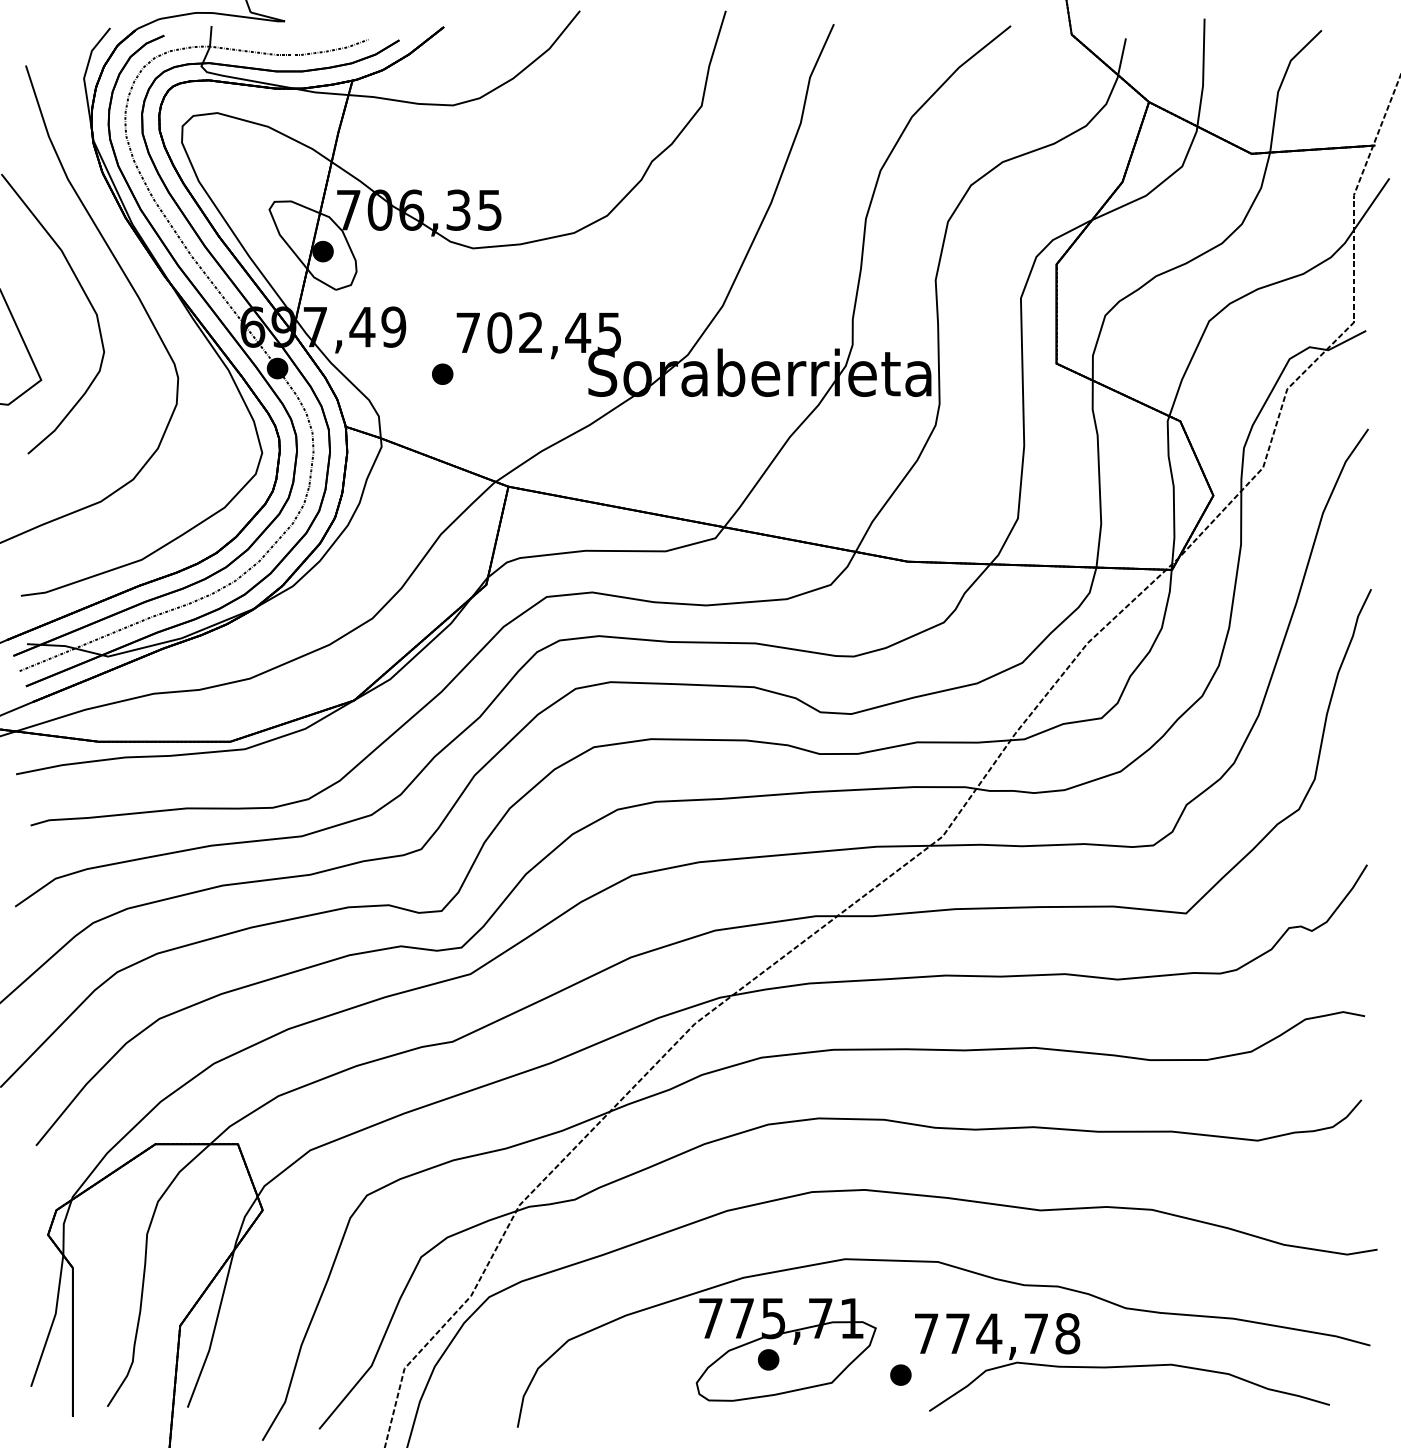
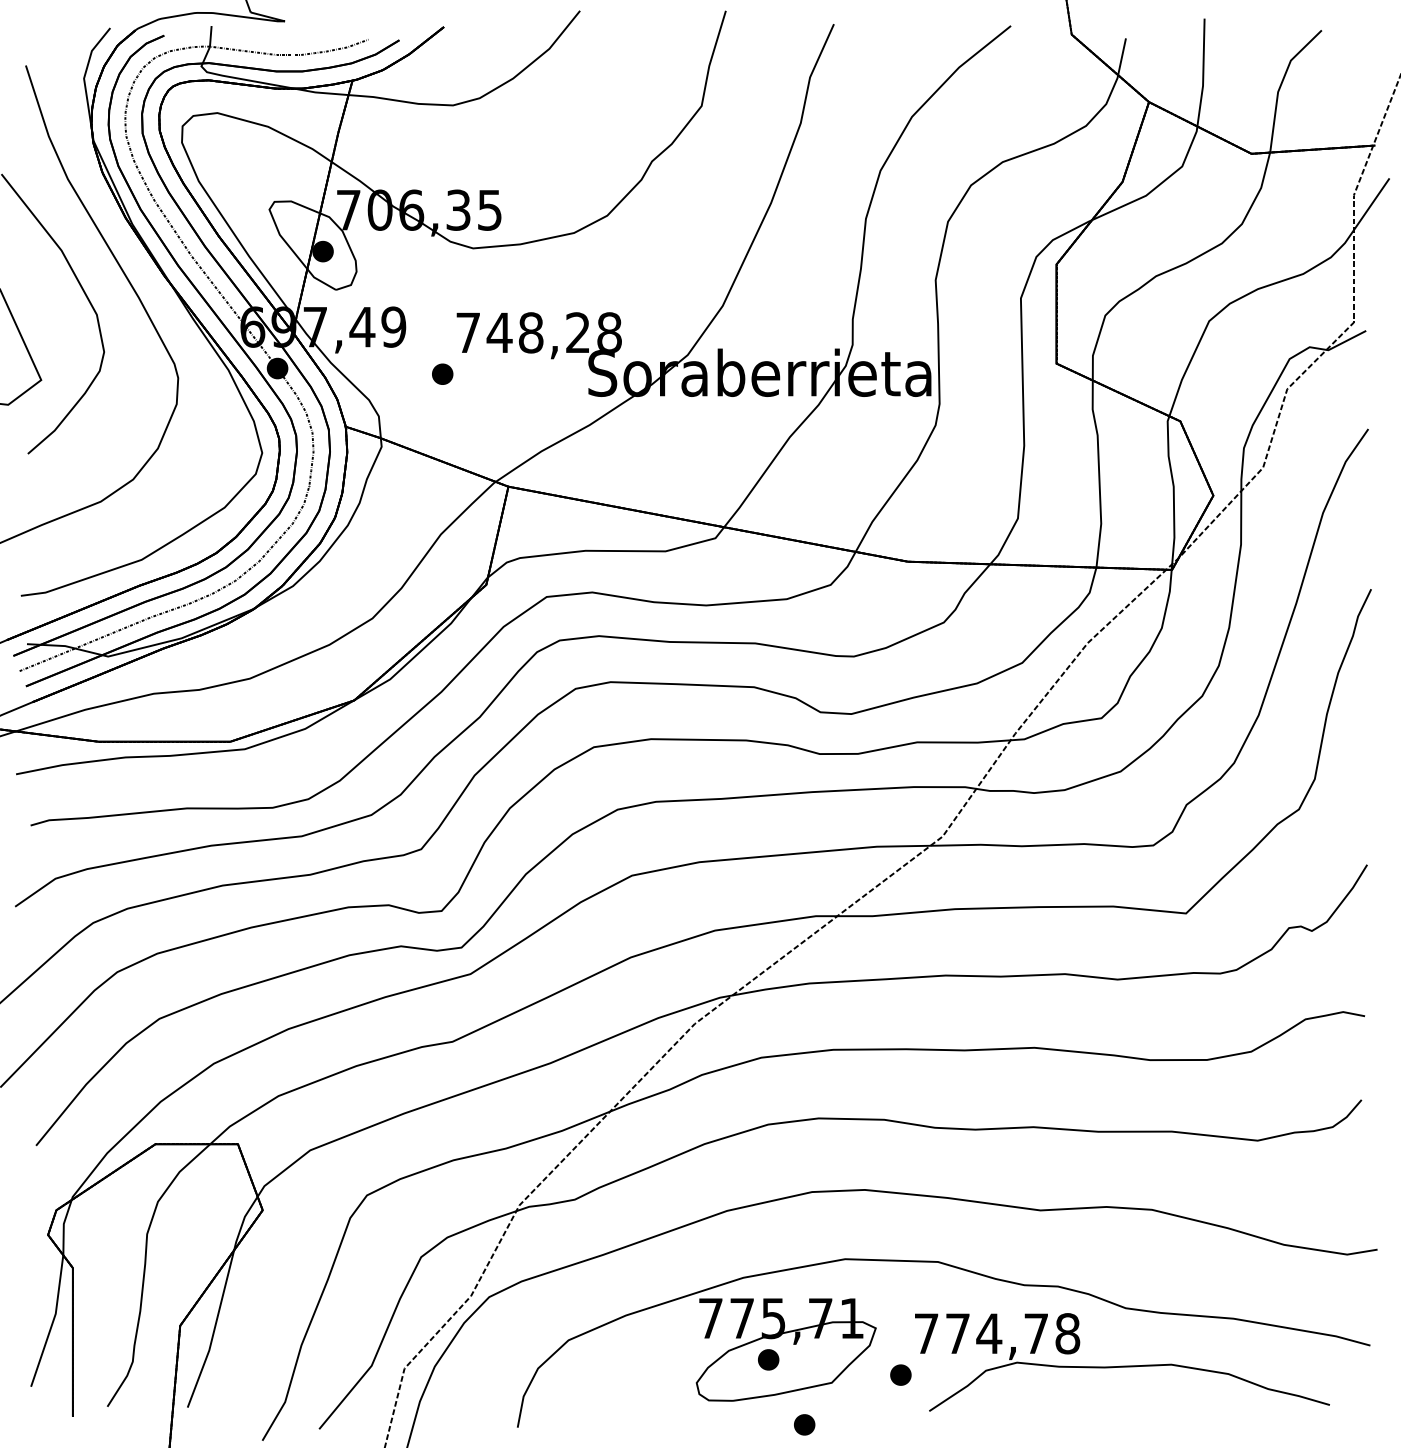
text at (553, 332): 702,45 -> 748,28
part at (804, 1424): none -> present
